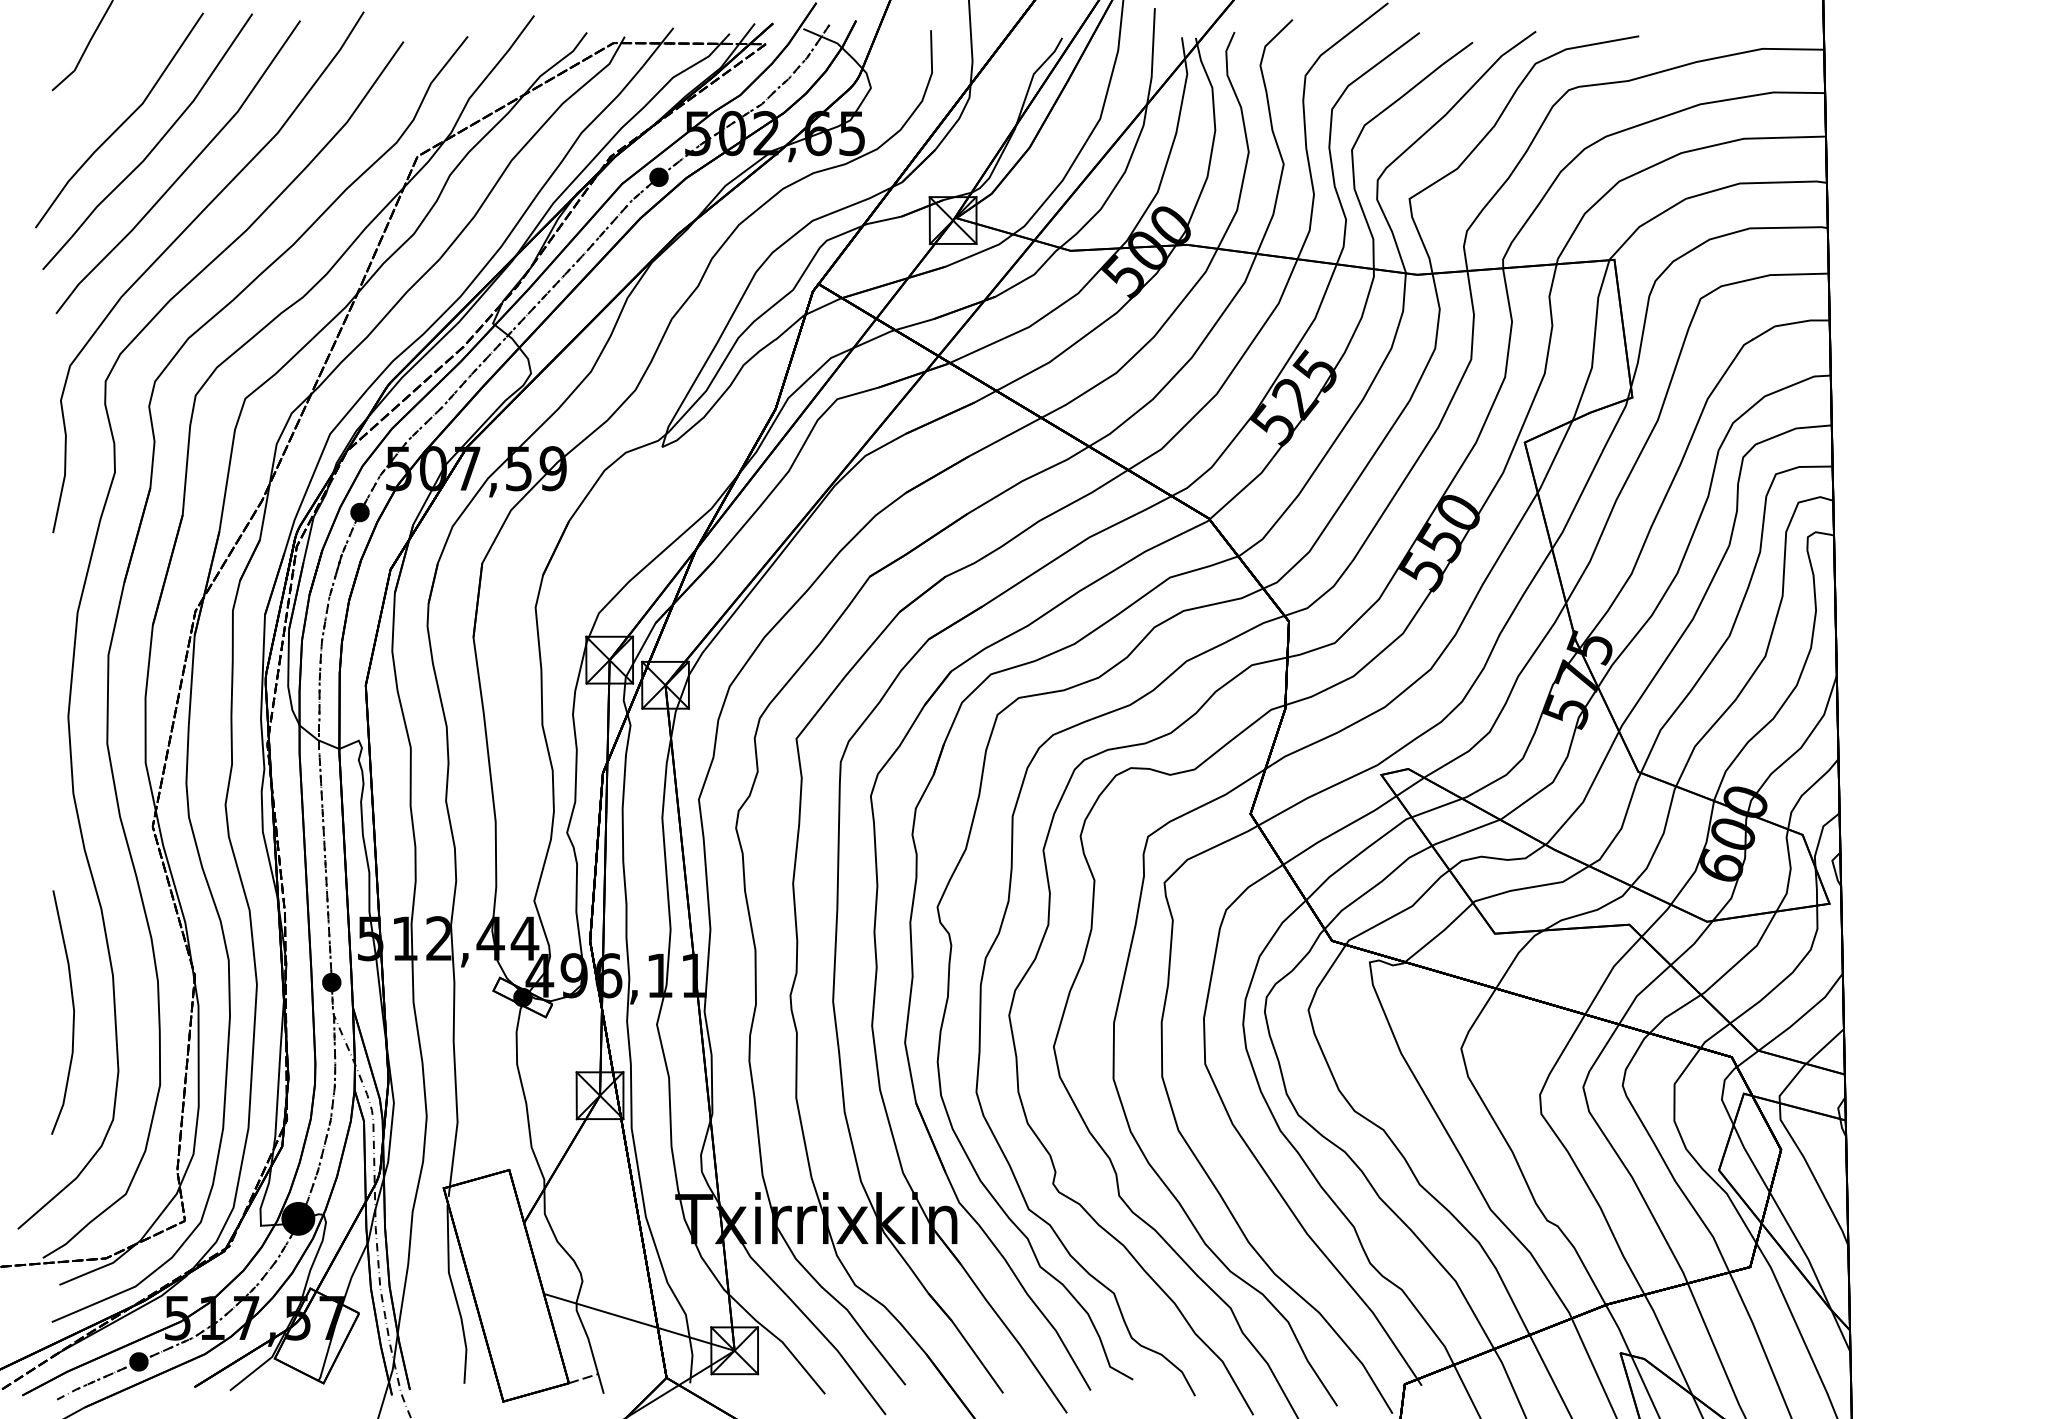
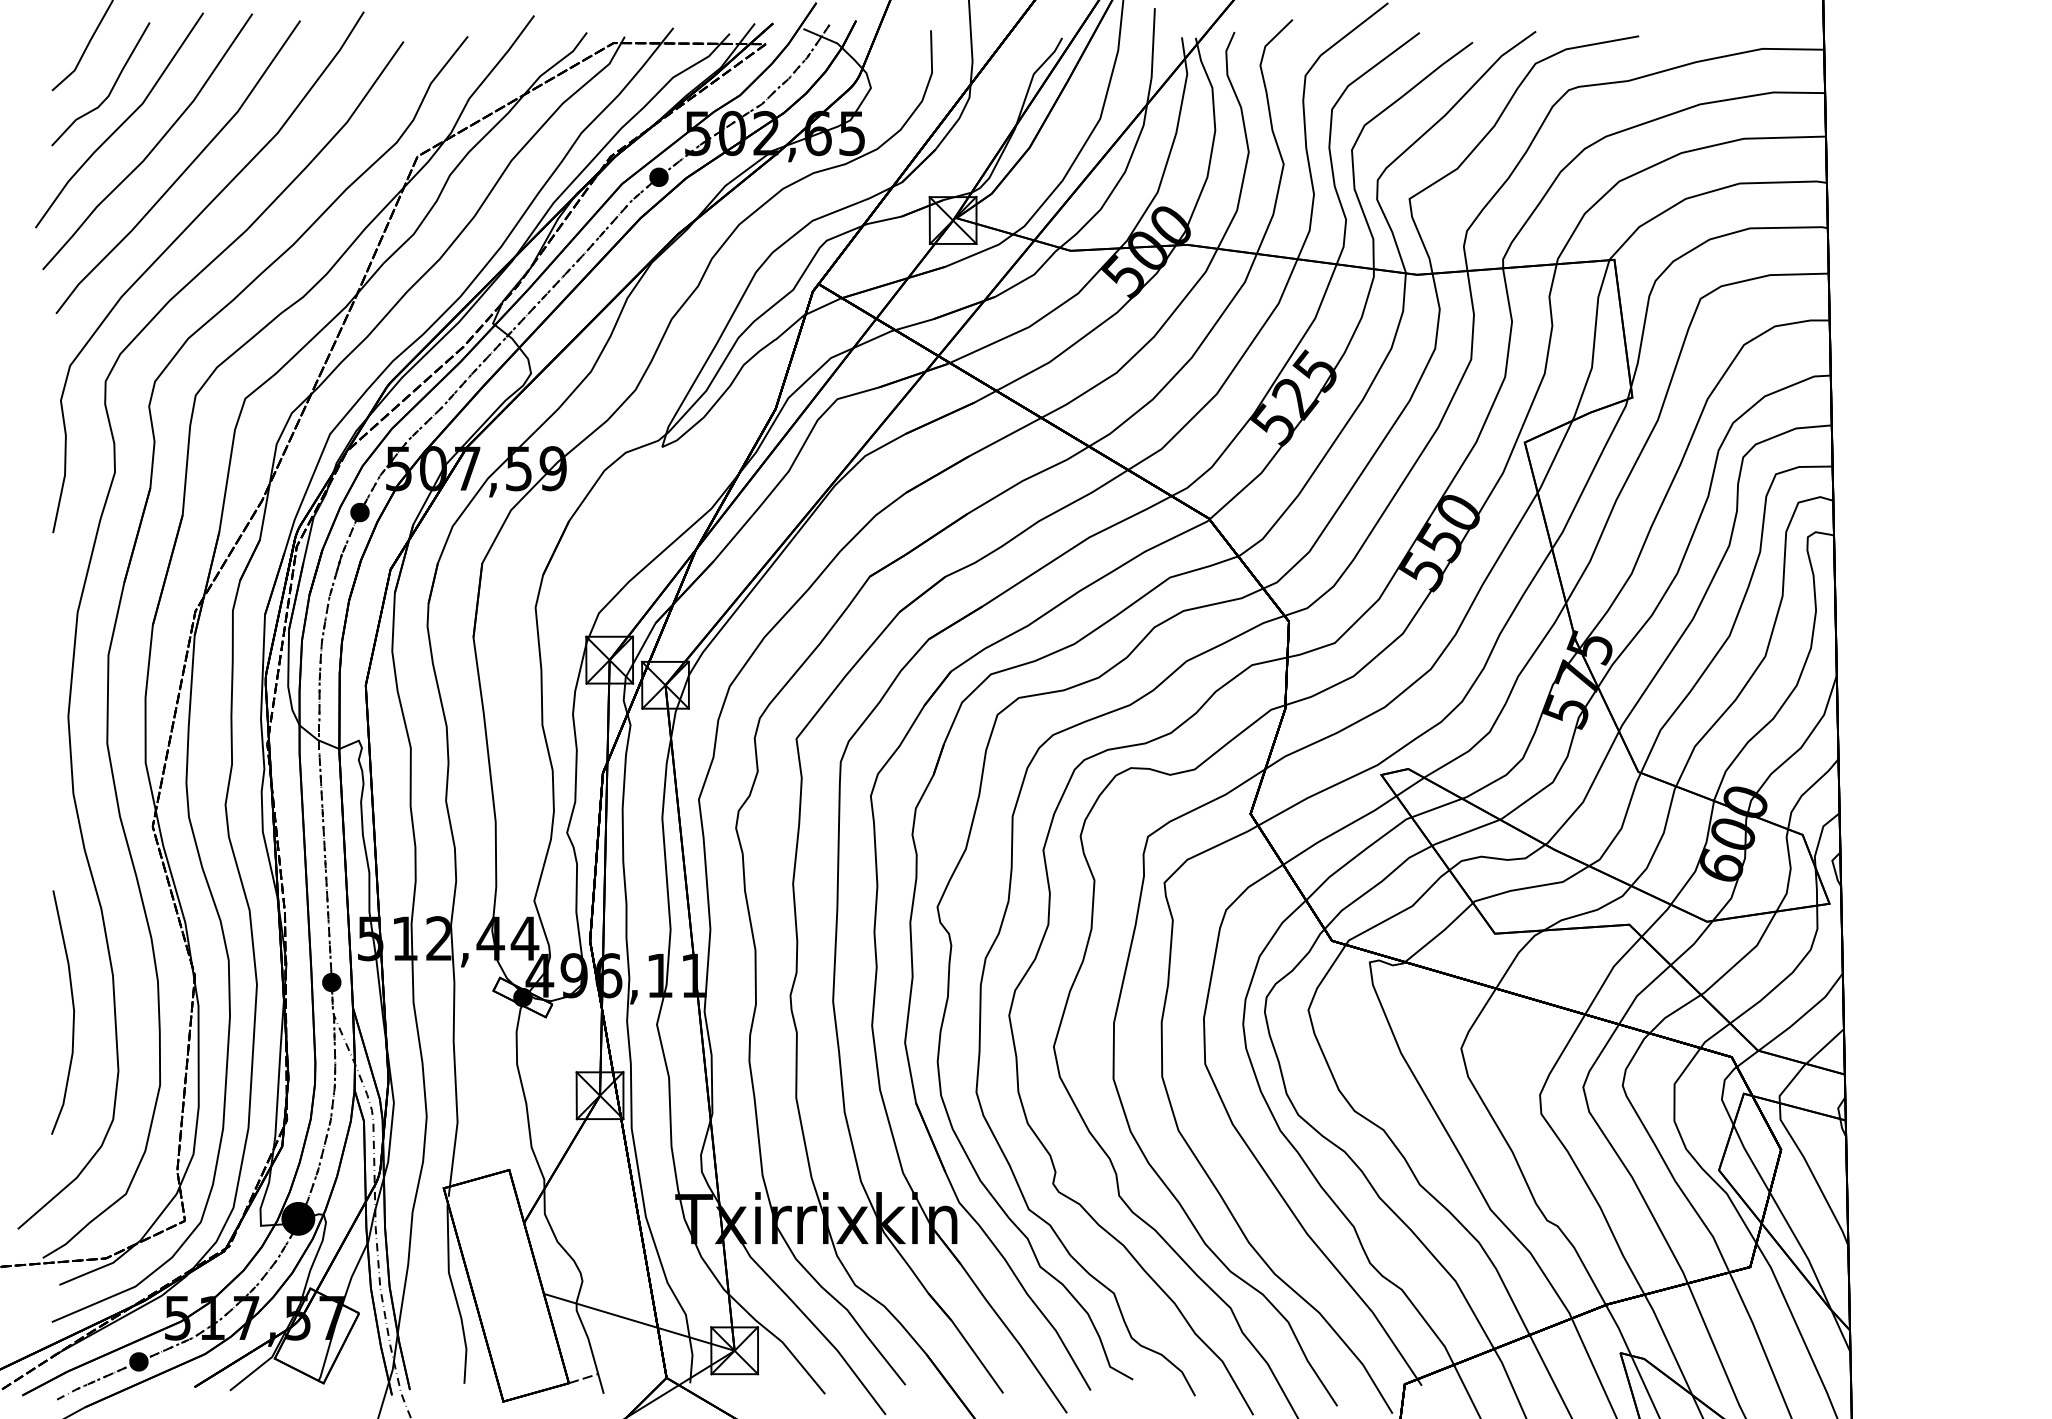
curve at (110, 90): none -> present
